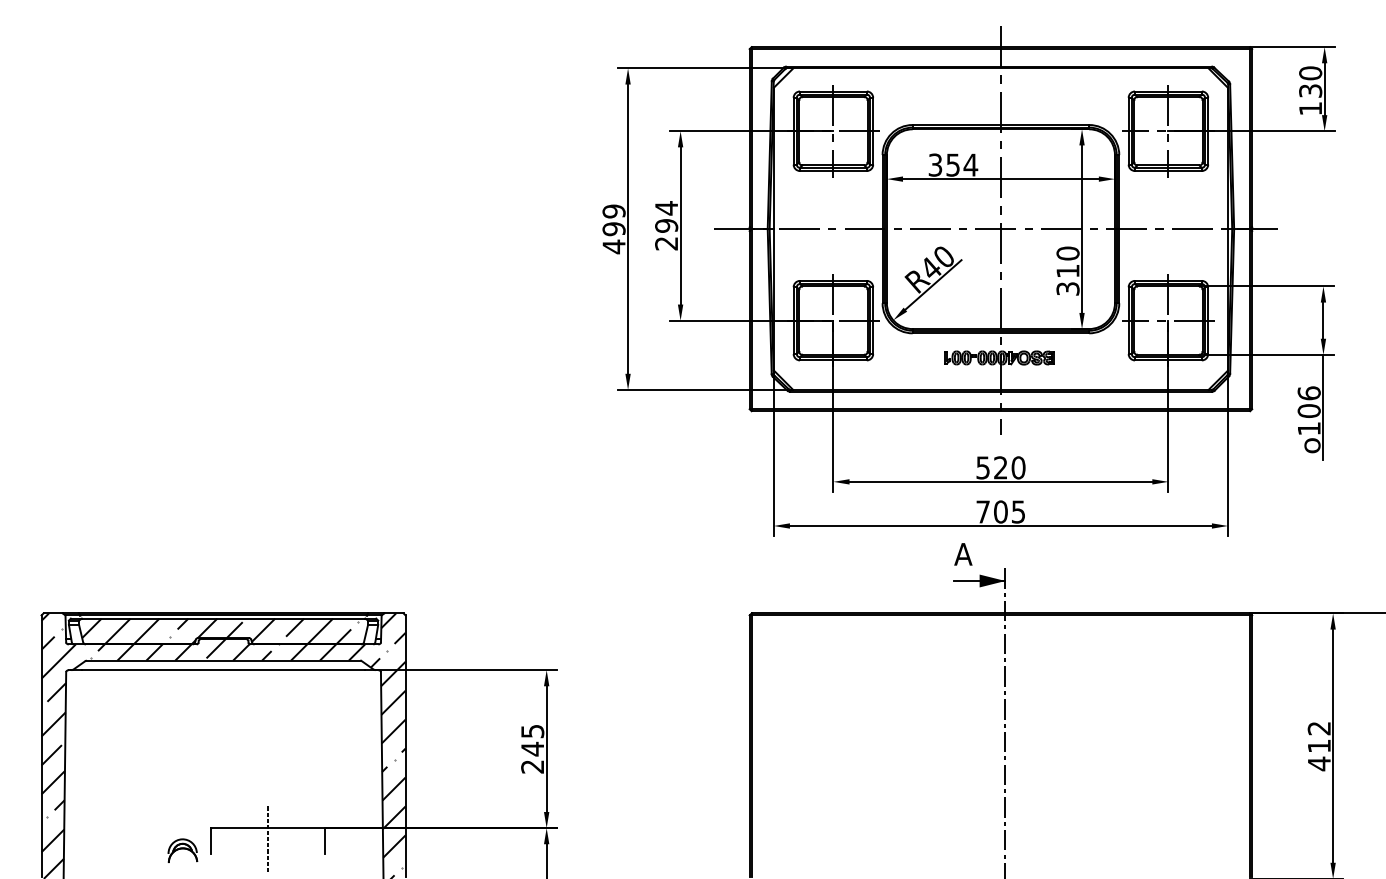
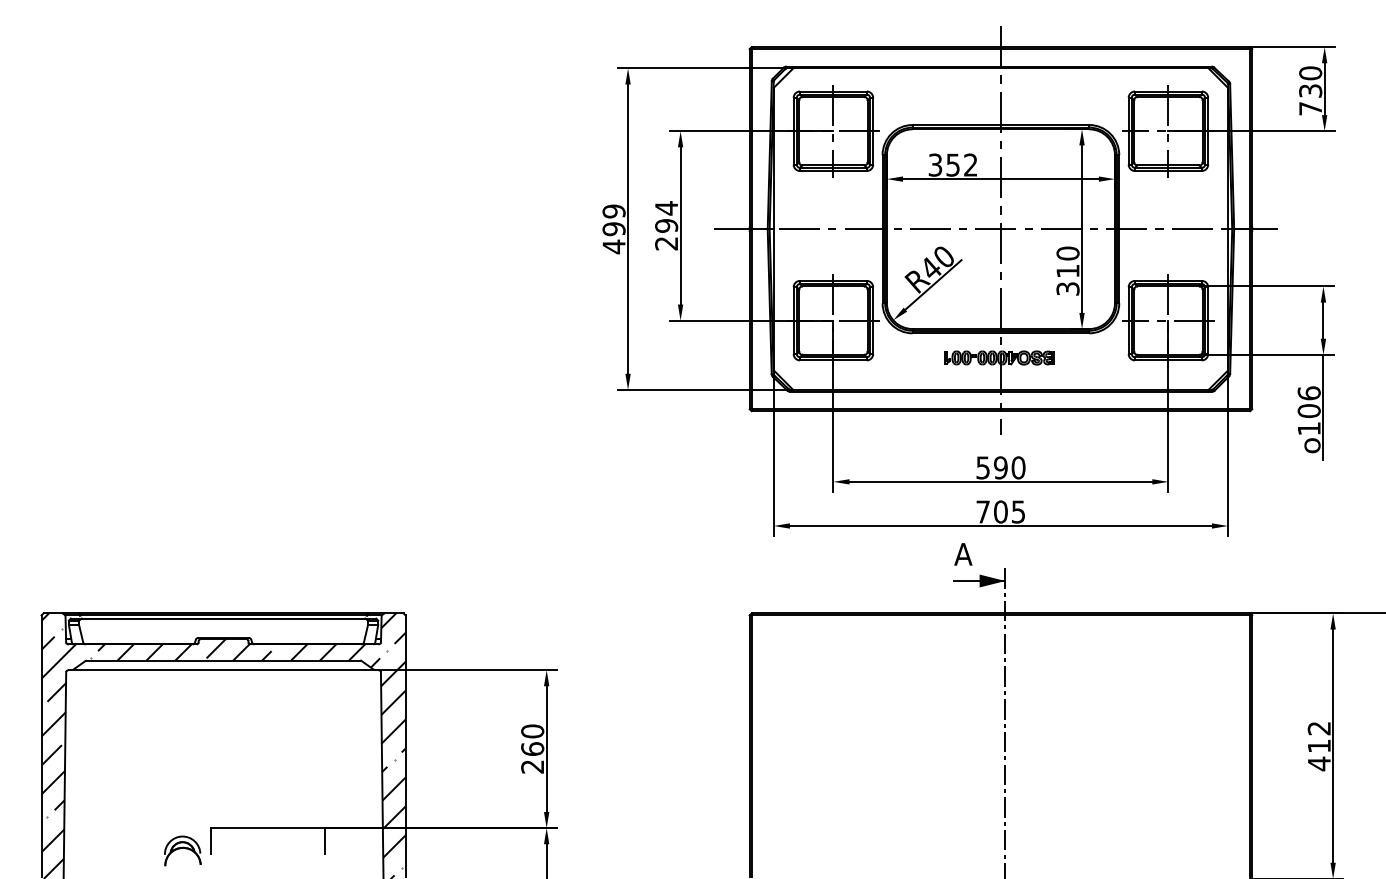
text at (1310, 108): 130 -> 730
text at (970, 164): 354 -> 352
text at (1000, 467): 520 -> 590
hatch at (220, 631): present -> none
text at (532, 740): 245 -> 260
line at (268, 839): present -> none
part at (182, 850) size: 32x25 px -> 38x32 px
